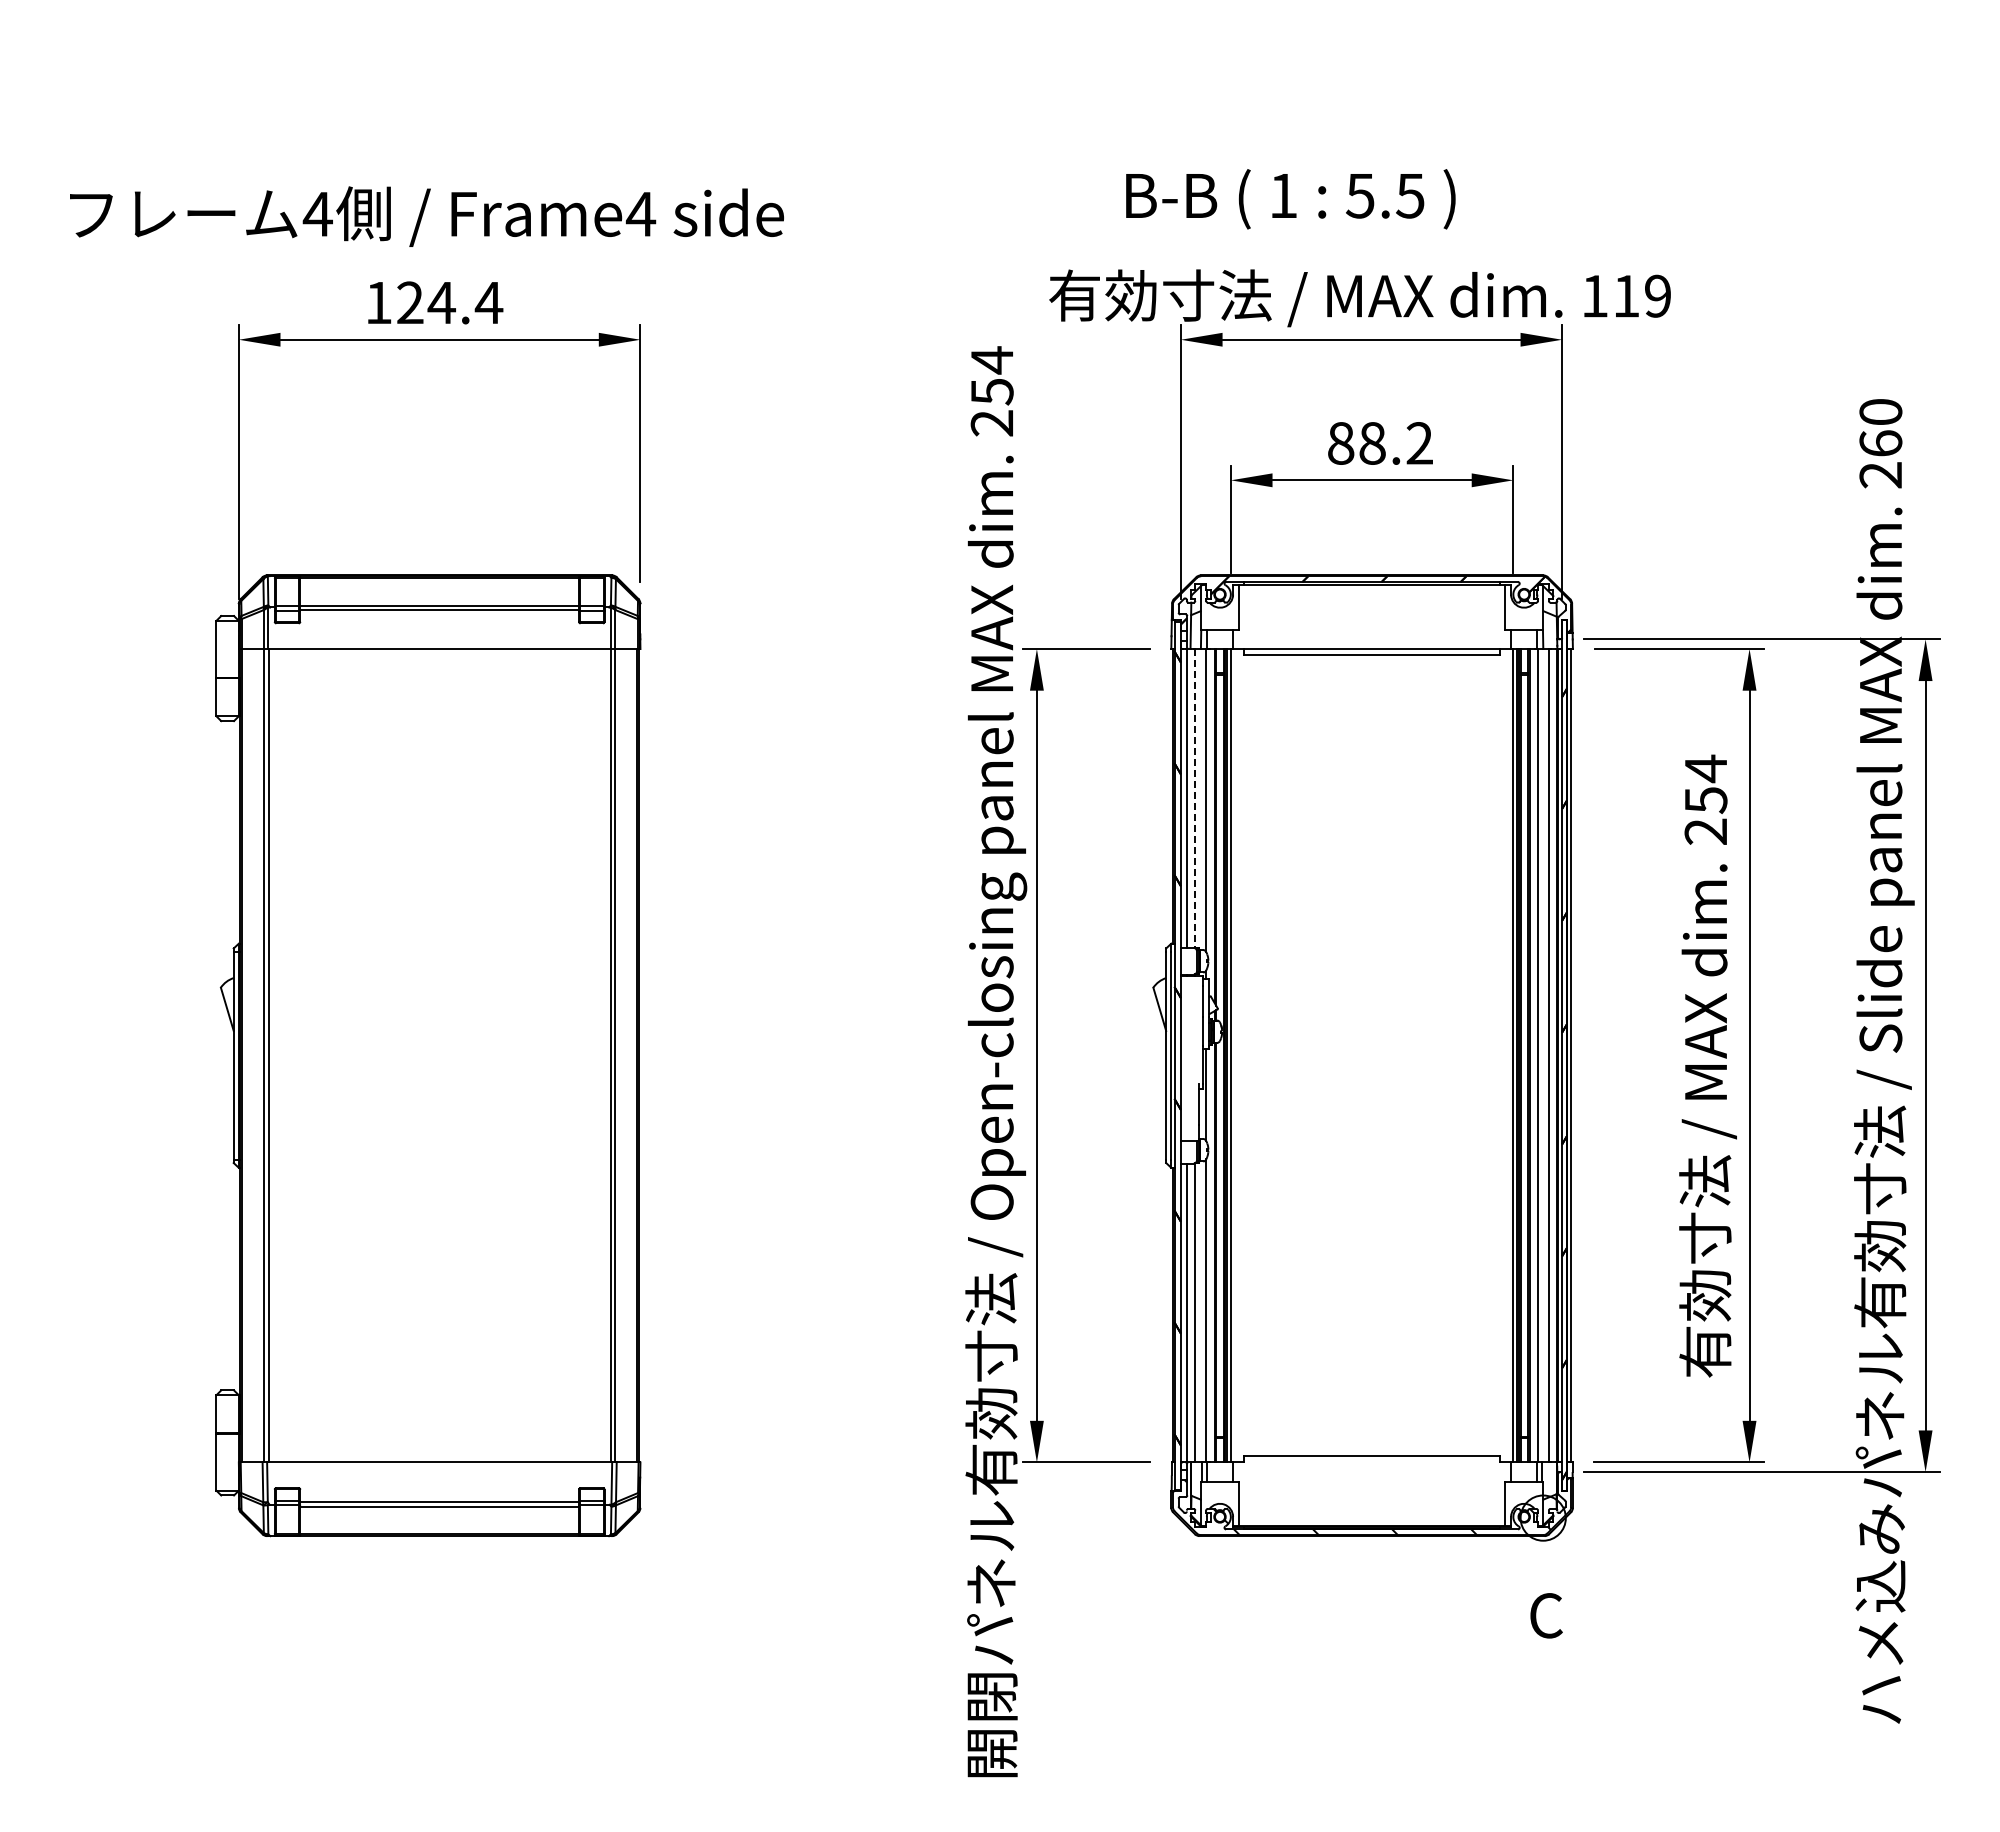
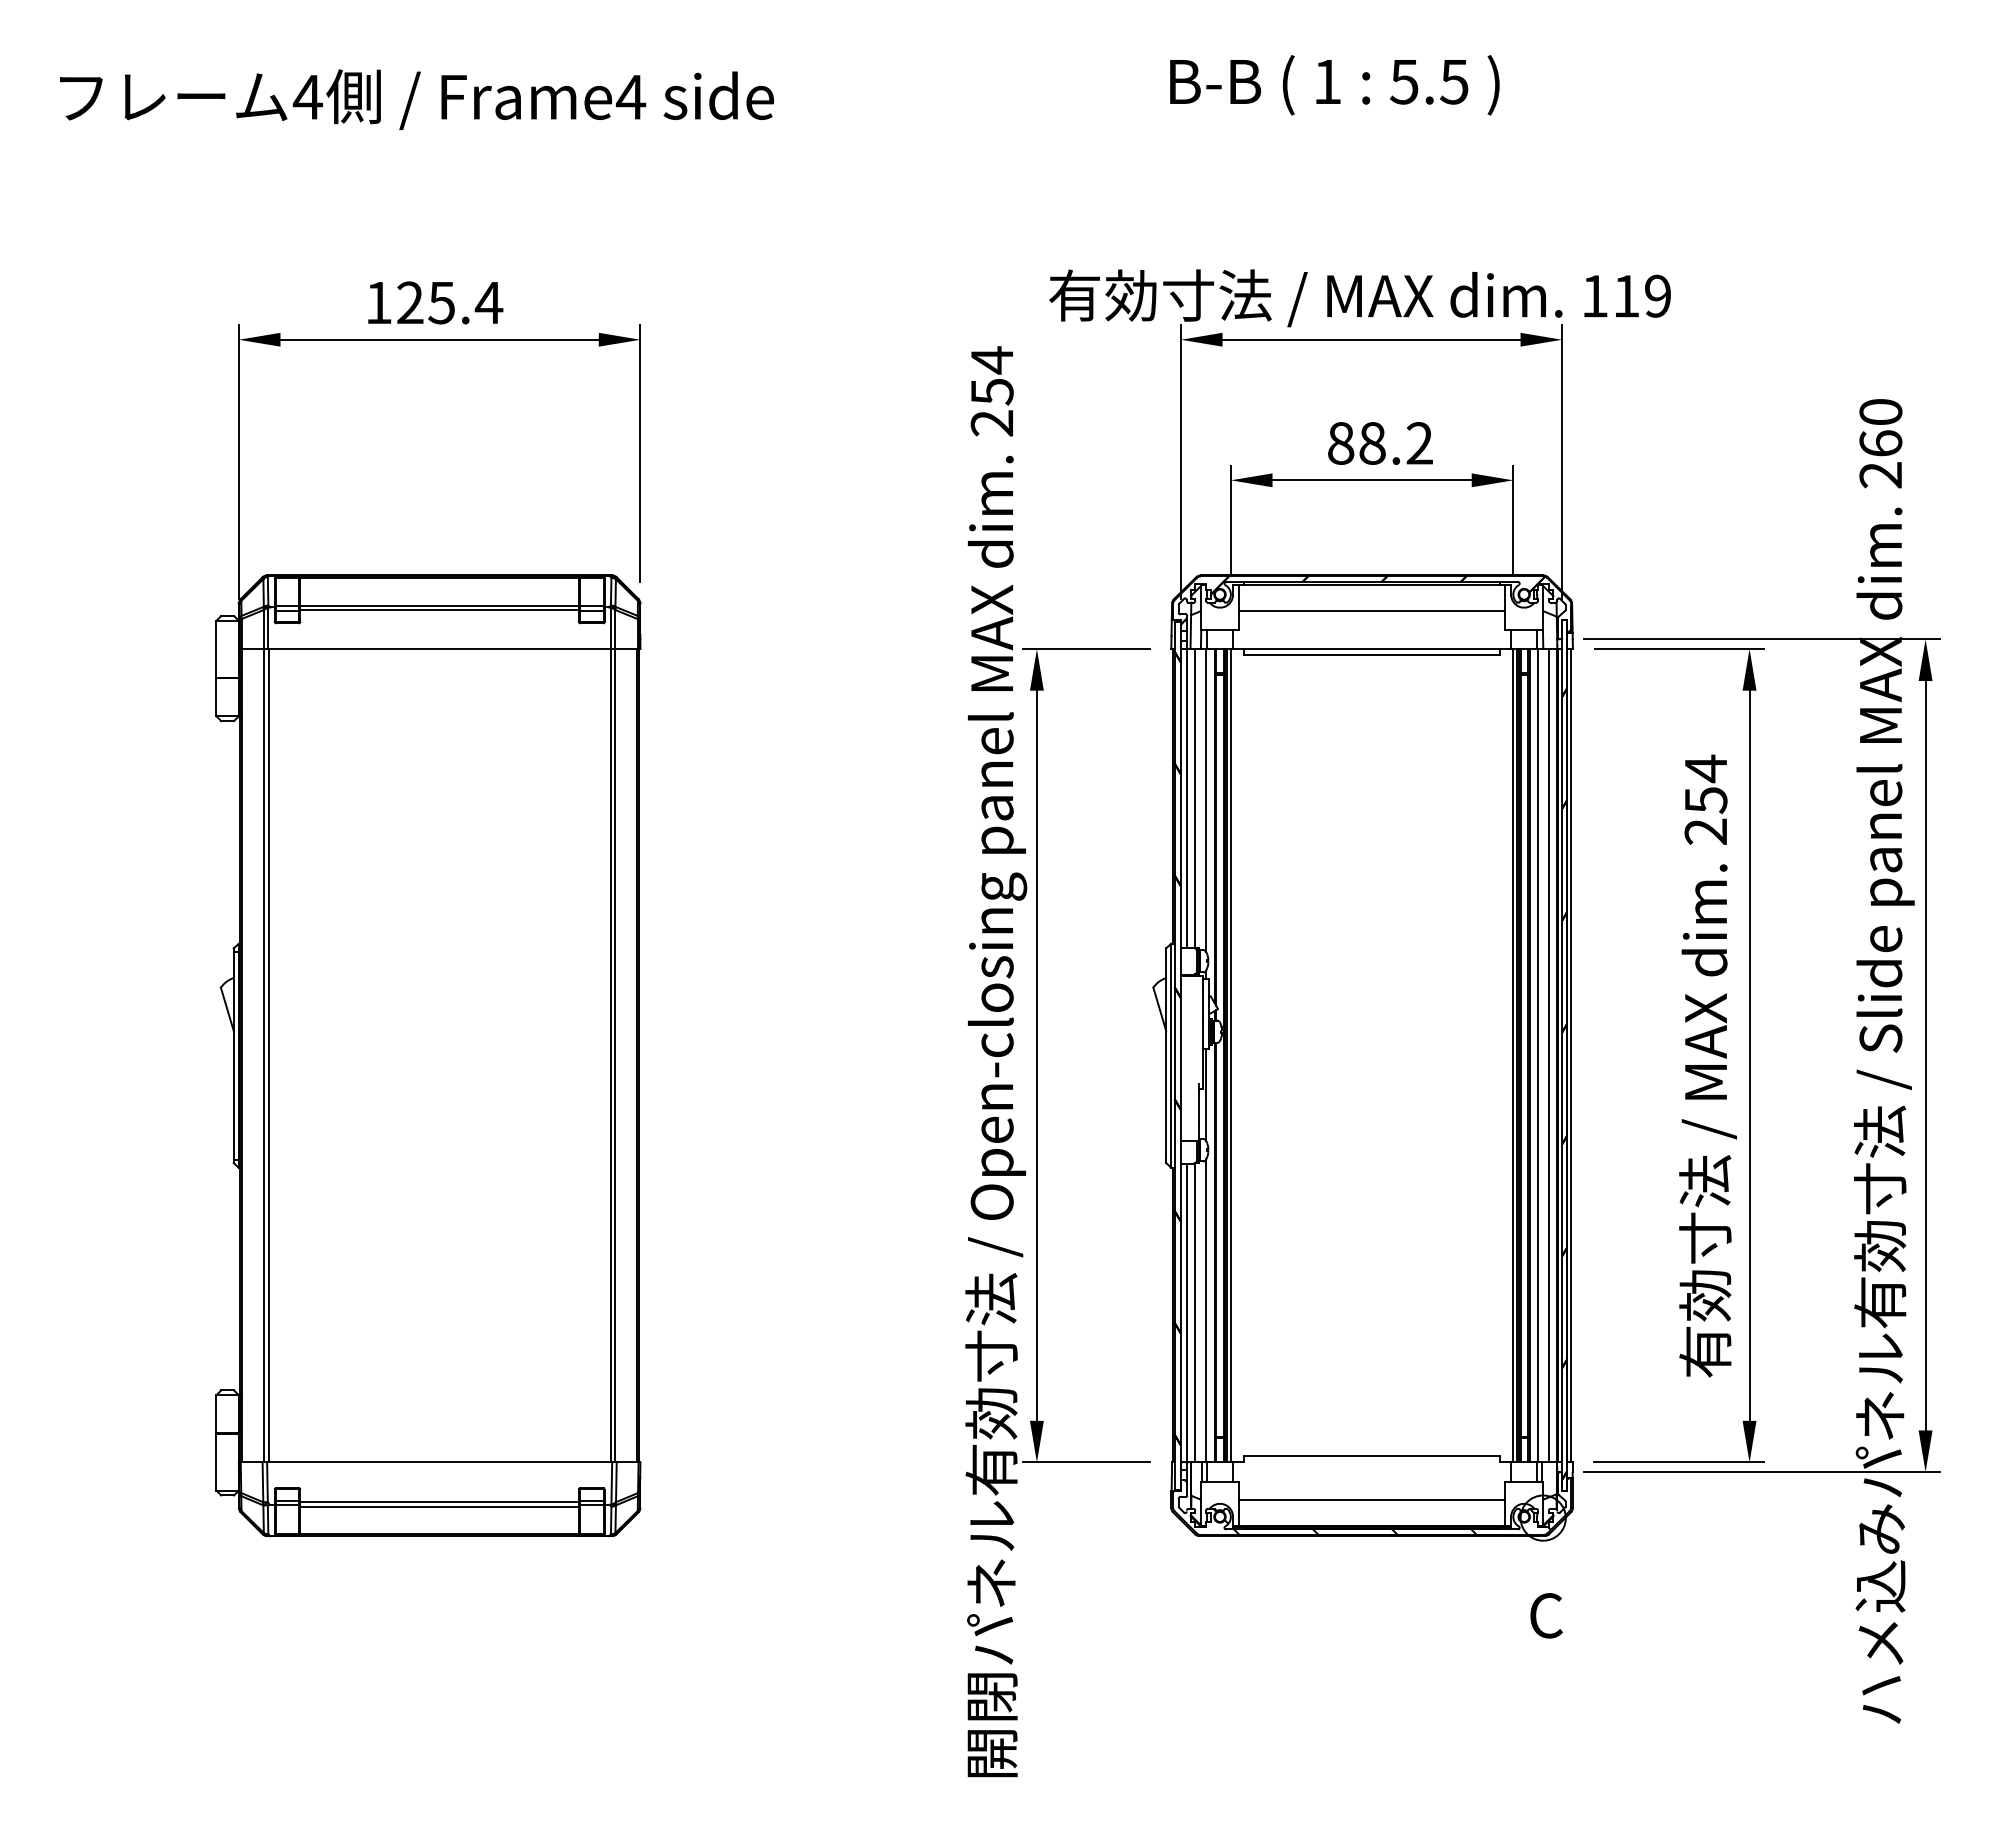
text at (1290, 199) position: (1290, 199) -> (1334, 85)
text at (426, 216) position: (426, 216) -> (416, 99)
text at (441, 303): 124.4 -> 125.4
line at (1372, 610): none -> present
line at (1195, 798): dashed -> solid
line at (1372, 1500): none -> present
